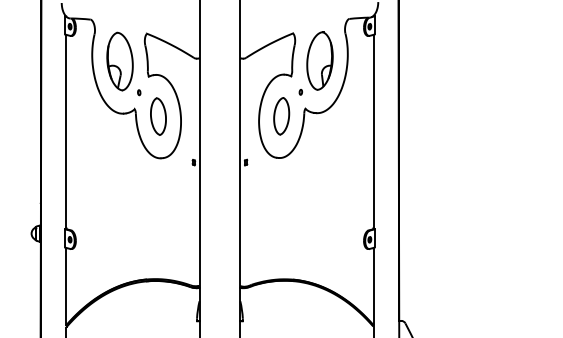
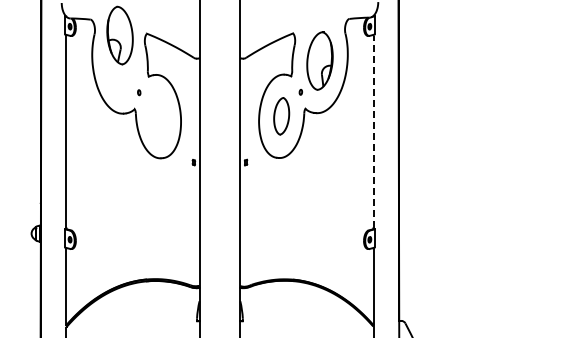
part at (119, 61) position: (119, 61) -> (119, 35)
part at (158, 116): present -> none
line at (373, 131): solid -> dashed
